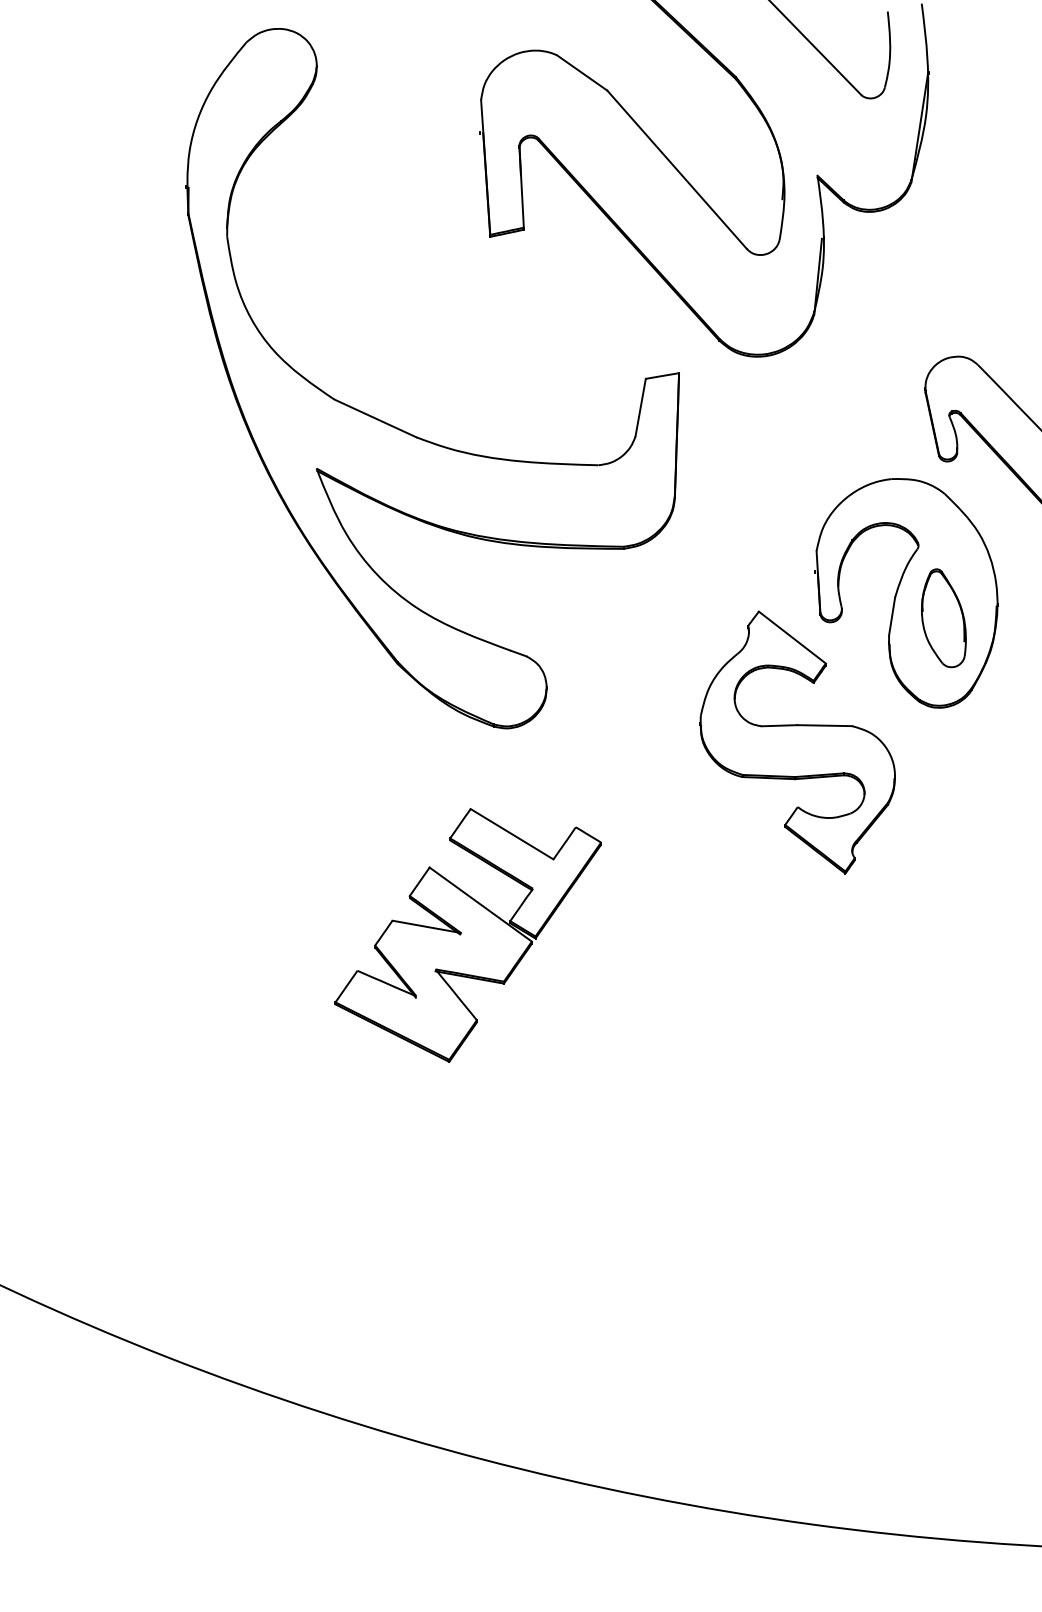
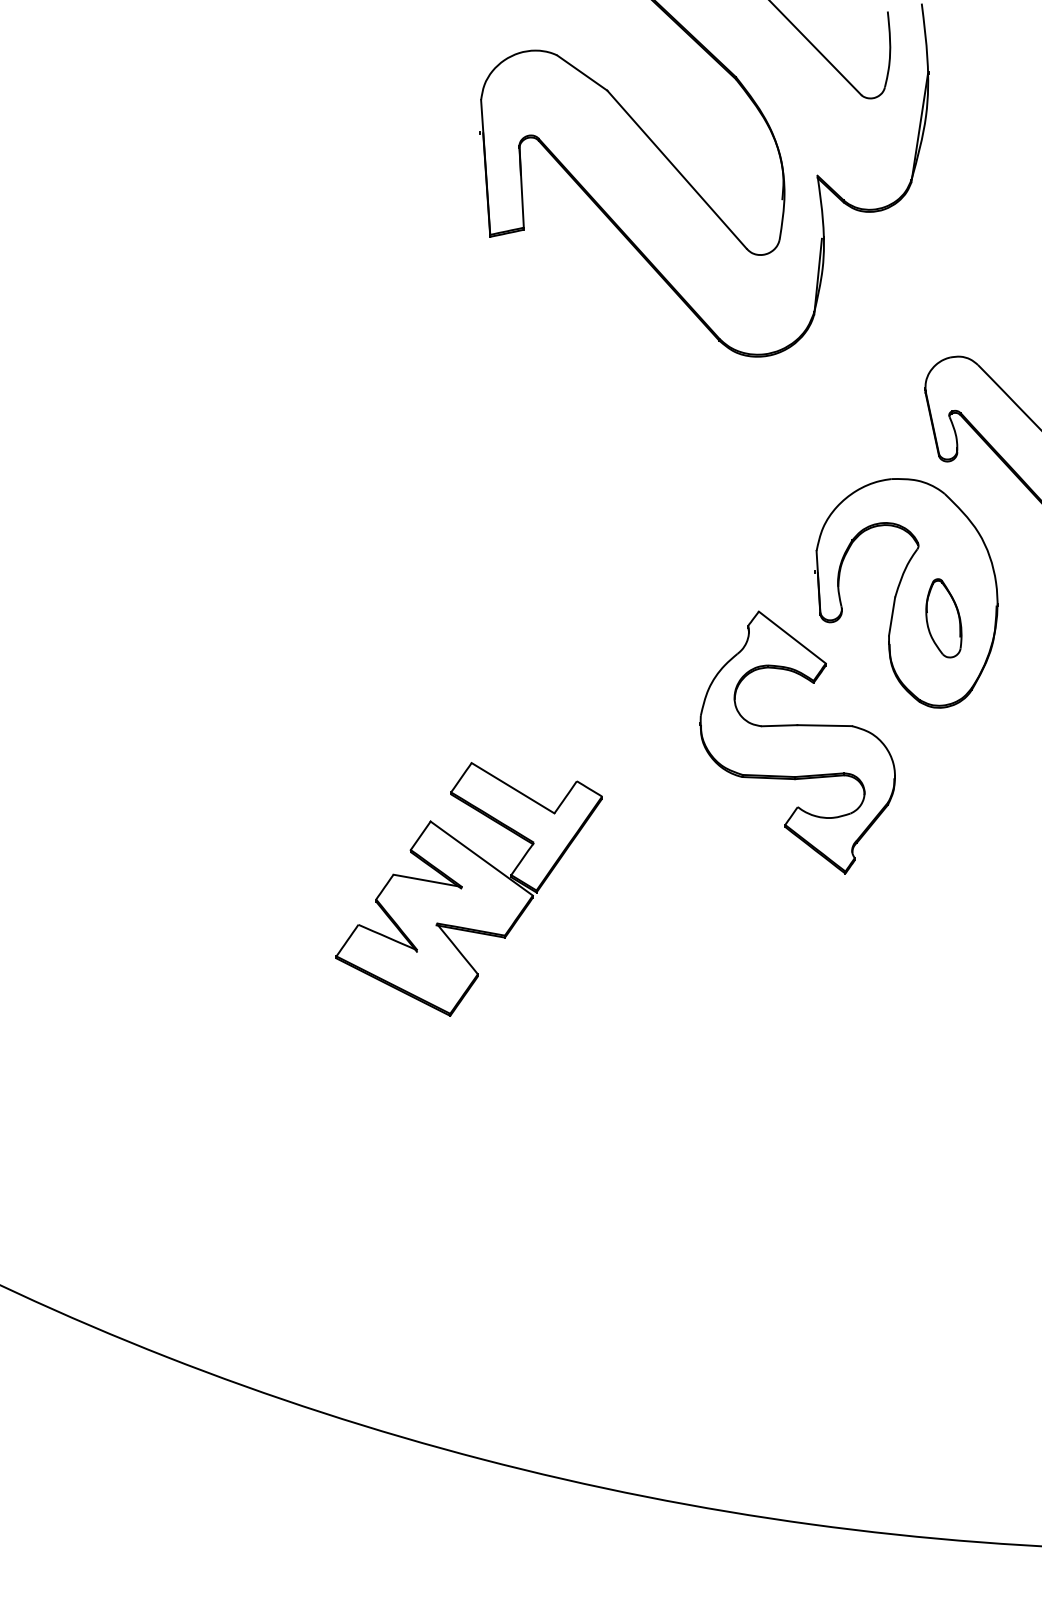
part at (406, 431): present -> none
part at (943, 618) size: 46x101 px -> 38x81 px
part at (467, 935) position: (467, 935) -> (468, 889)
